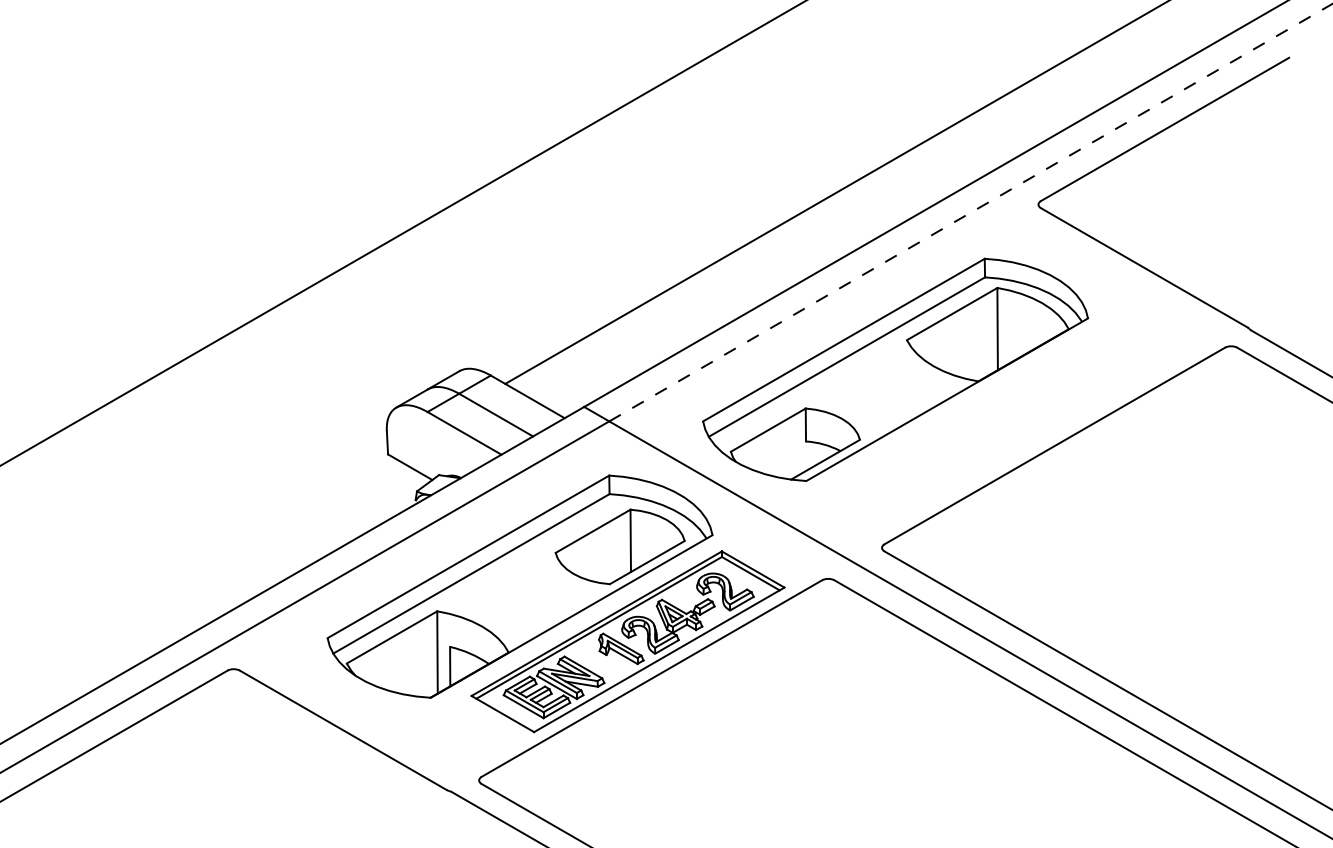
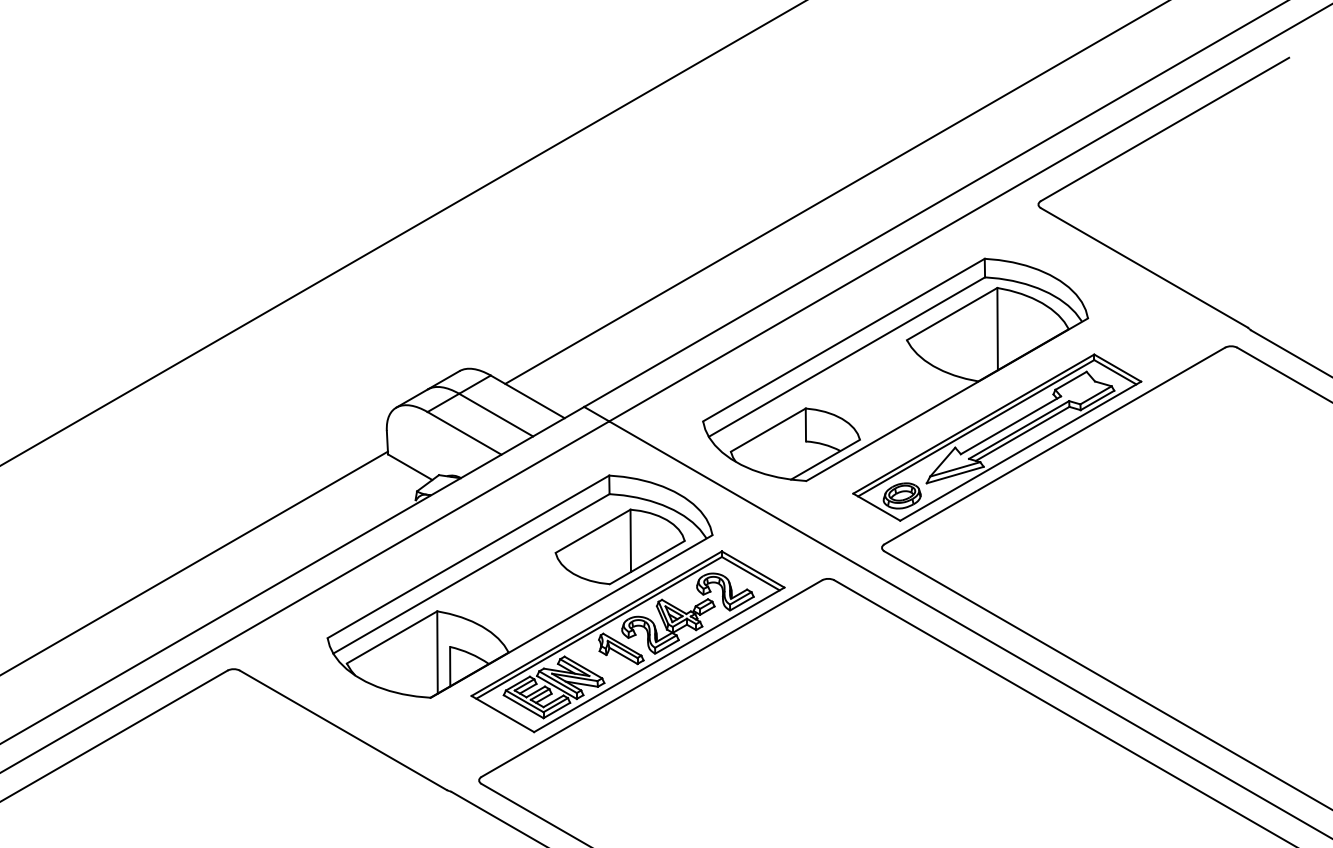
line at (971, 212): dashed -> solid
part at (997, 437): none -> present
line at (194, 562): none -> present
